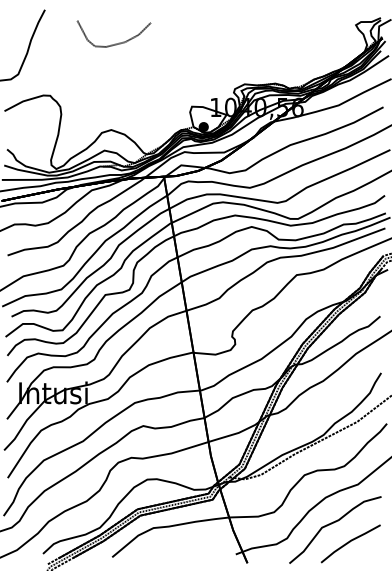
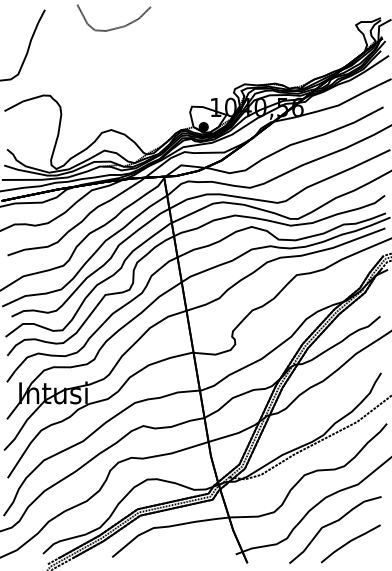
part at (115, 43) position: (115, 43) -> (115, 27)
